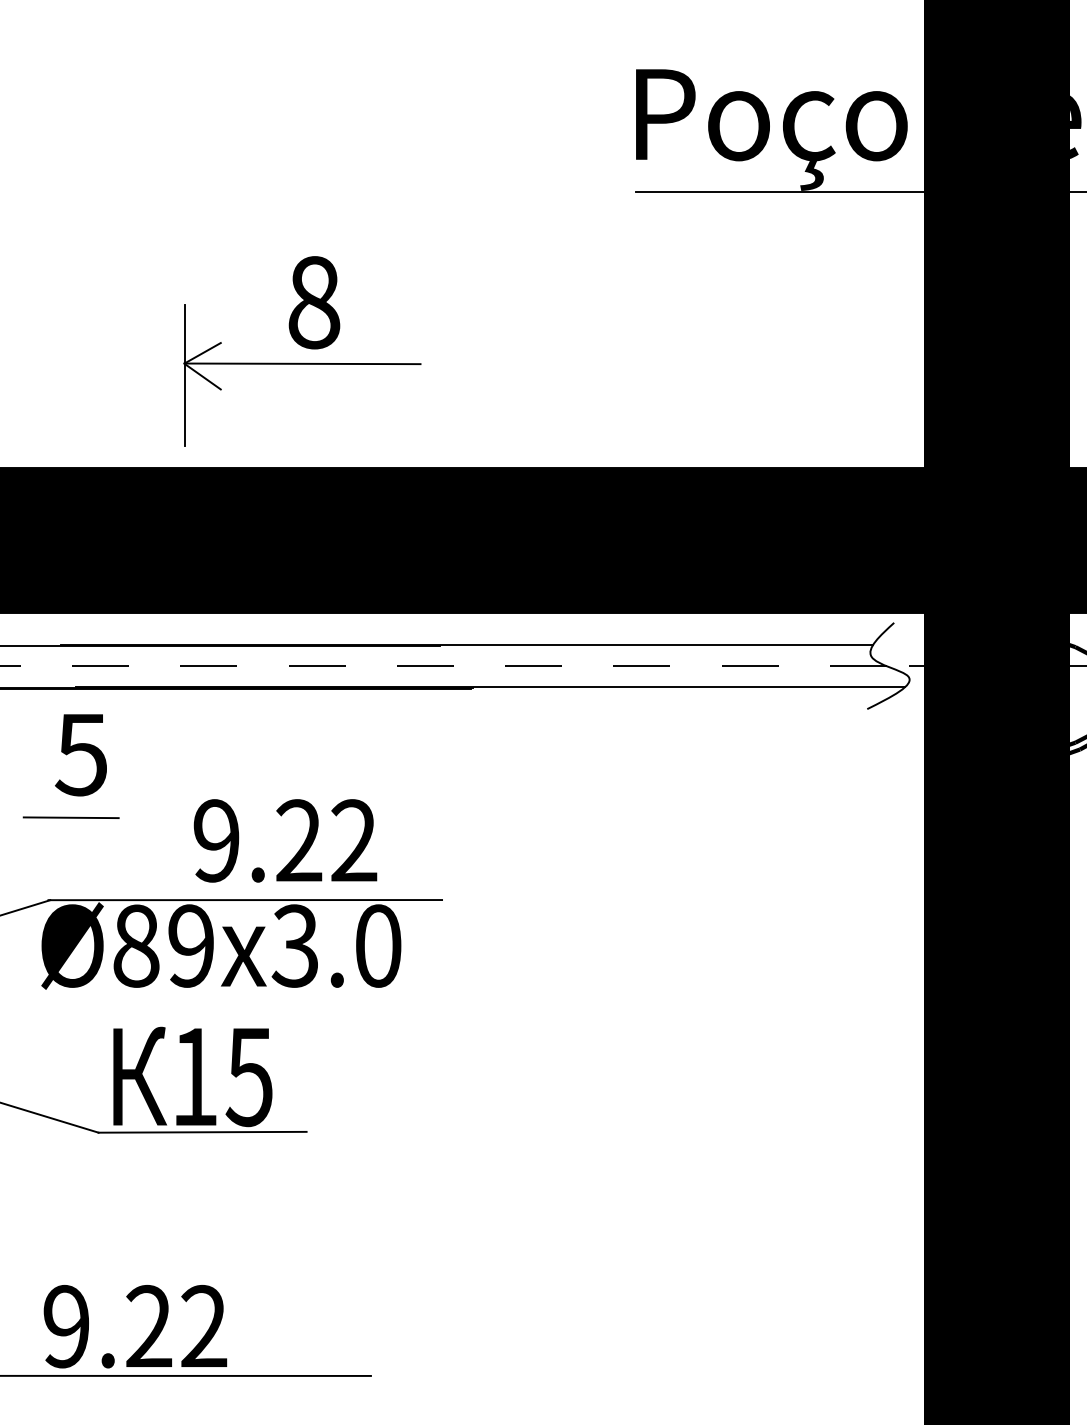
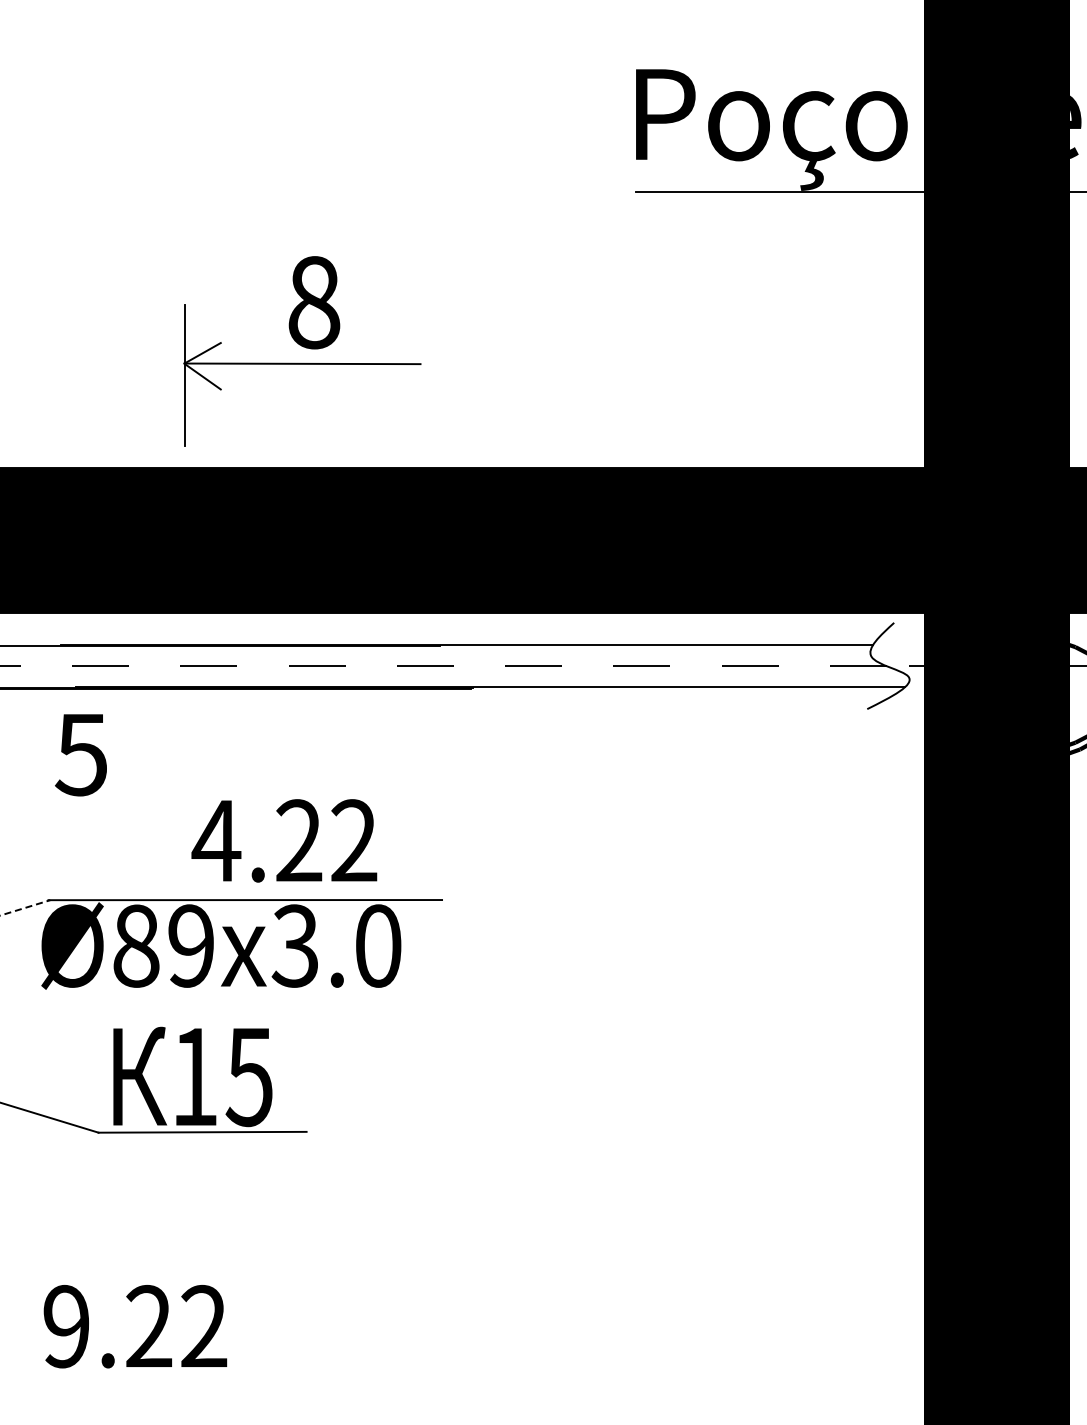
line at (70, 817): present -> none
text at (216, 840): 9.22 -> 4.22
line at (25, 907): solid -> dashed
line at (186, 1375): present -> none
